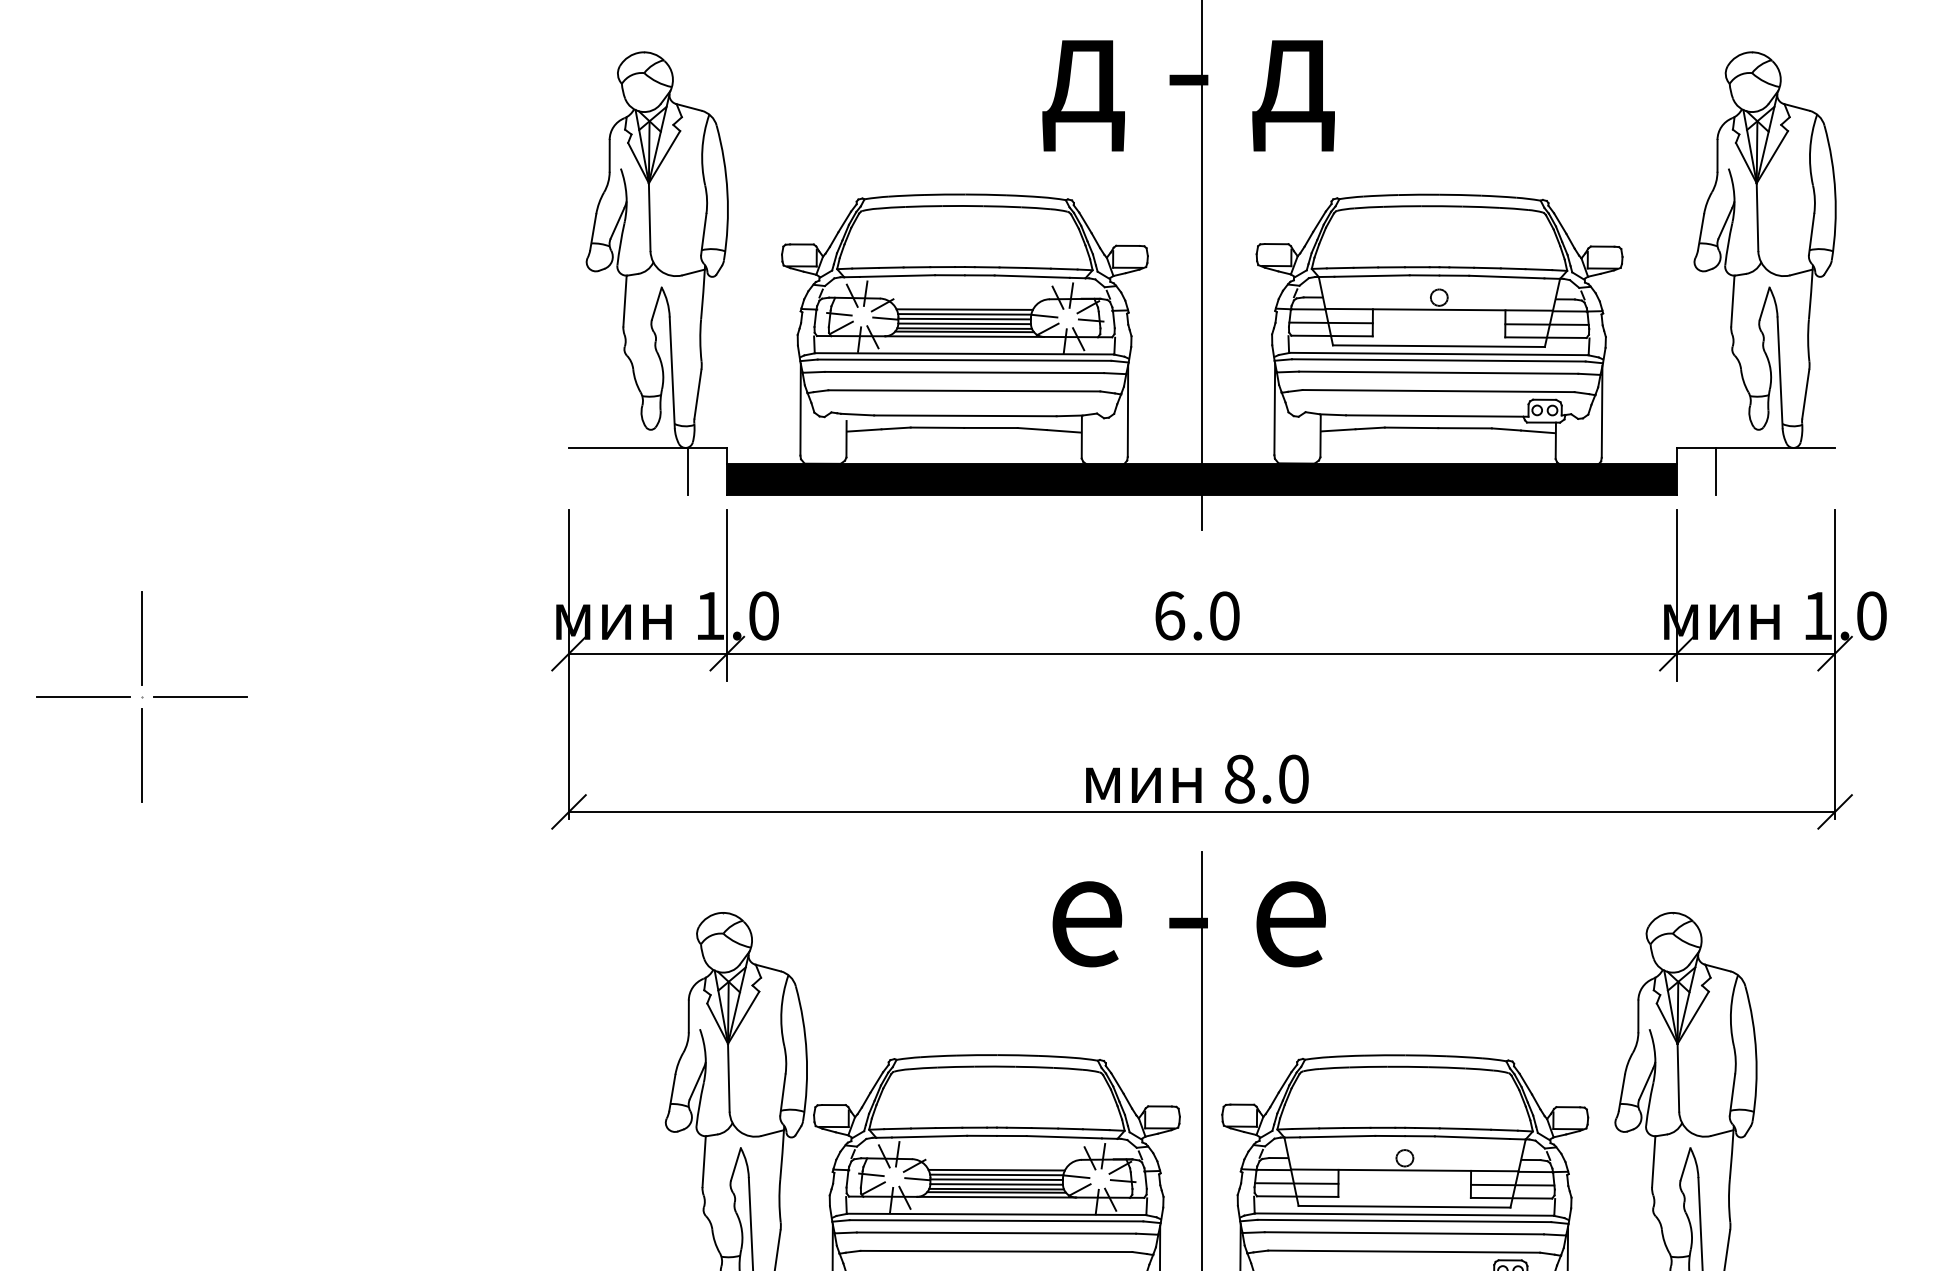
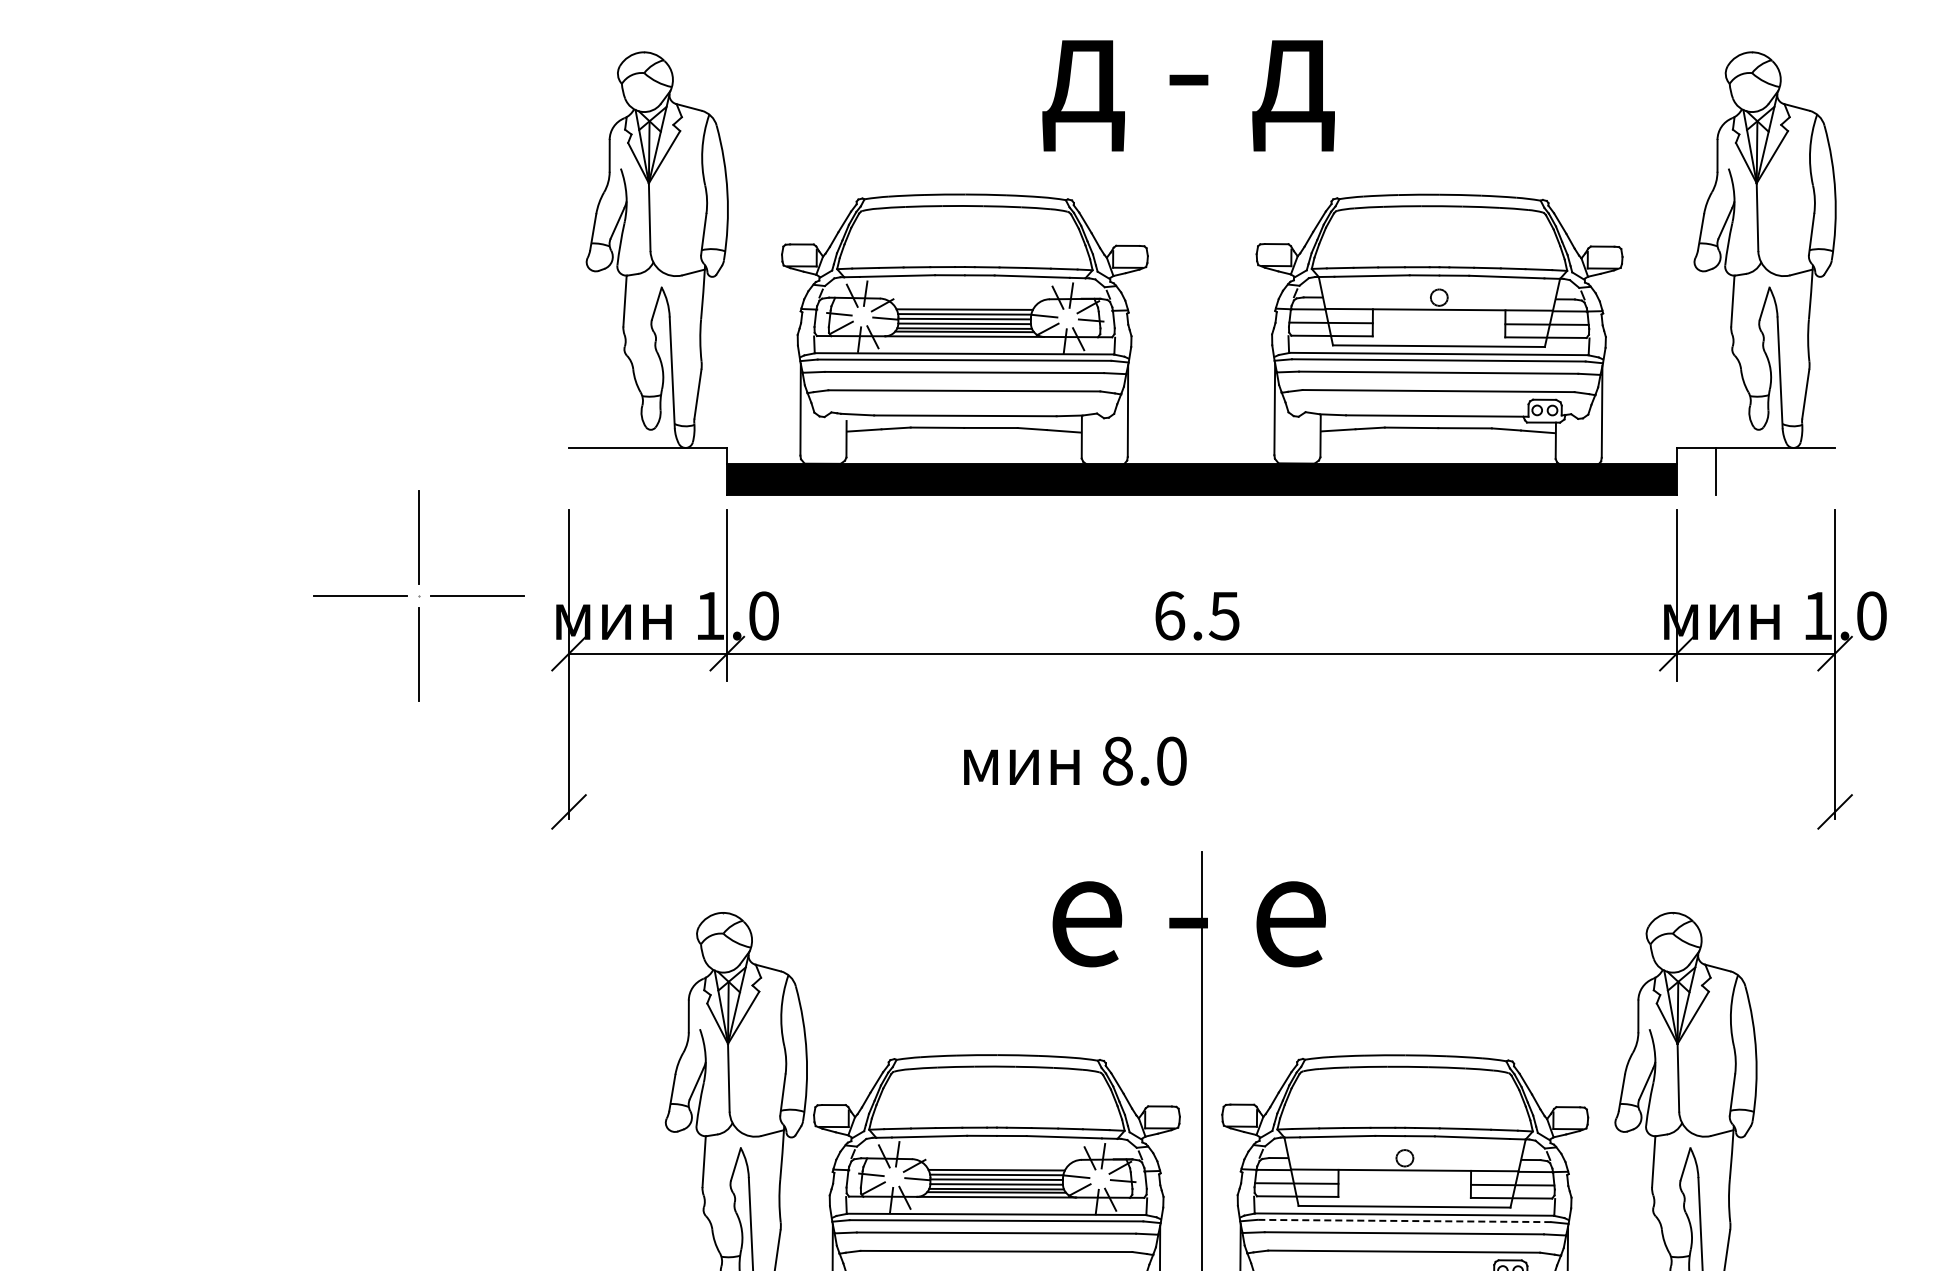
line at (1202, 265): present -> none
line at (687, 471): present -> none
text at (1223, 615): .0 -> .5
part at (141, 696) position: (141, 696) -> (418, 595)
text at (1197, 778) position: (1197, 778) -> (1075, 760)
line at (1202, 811): present -> none
line at (1404, 1220): solid -> dashed
